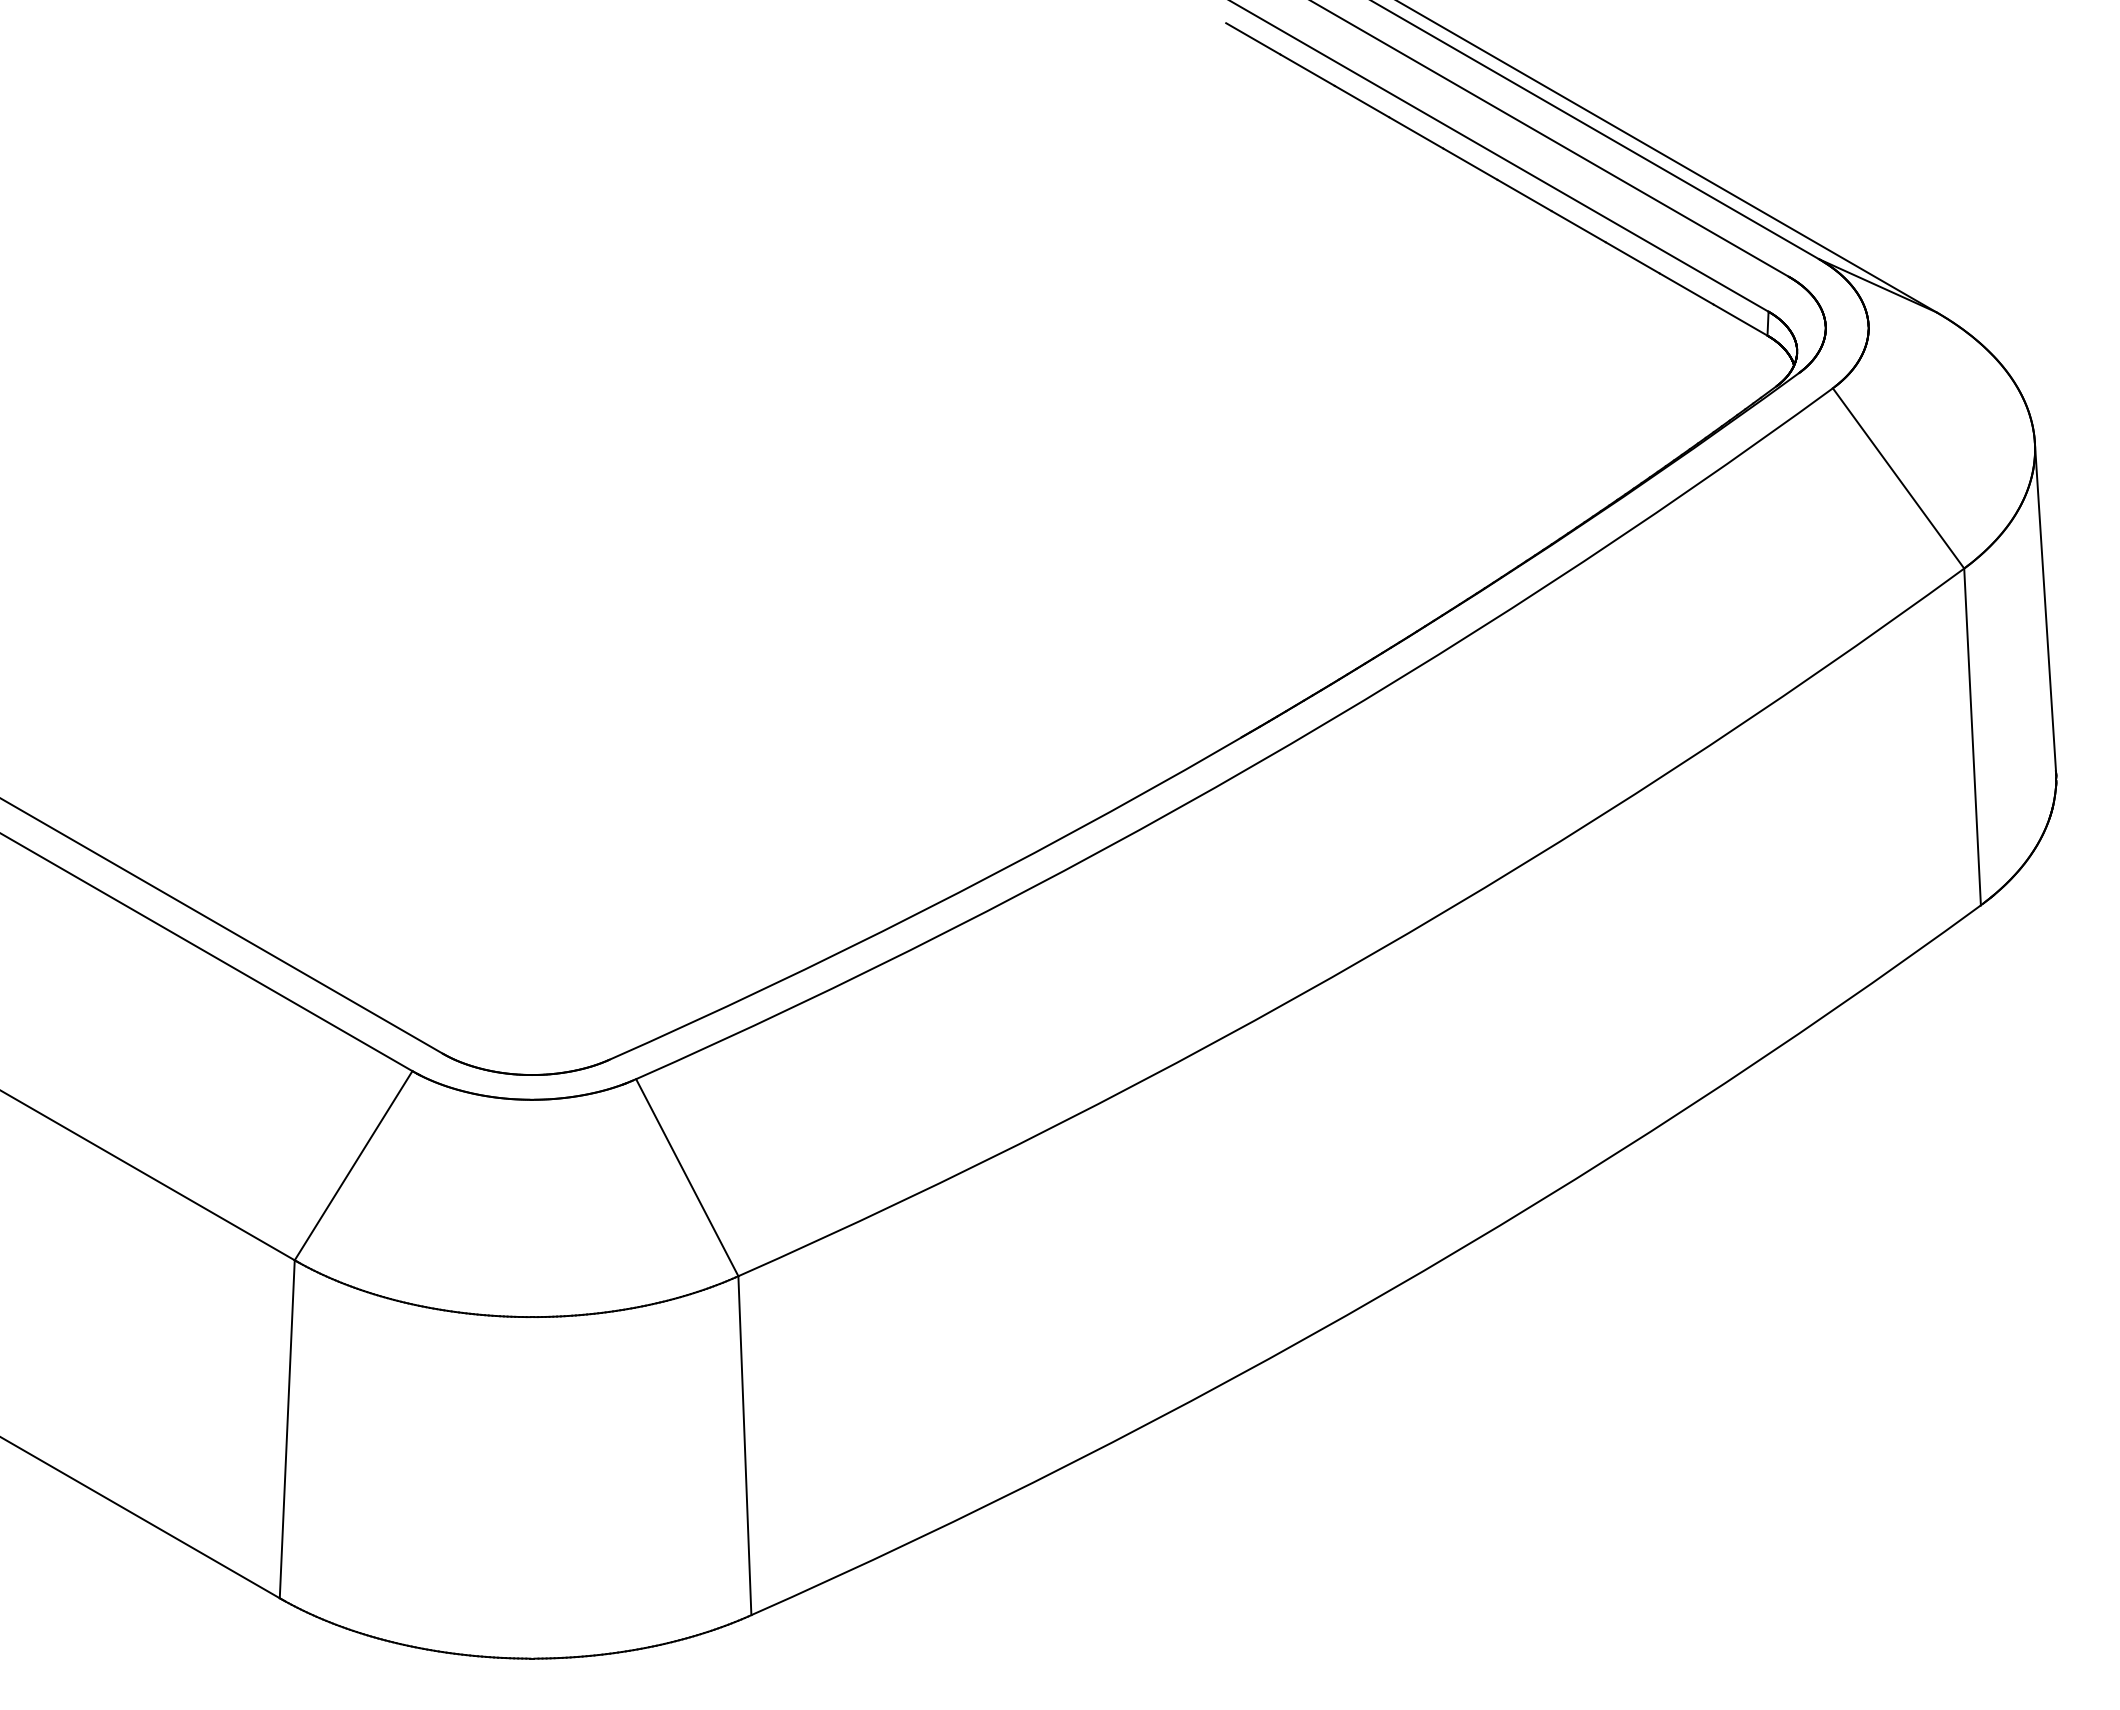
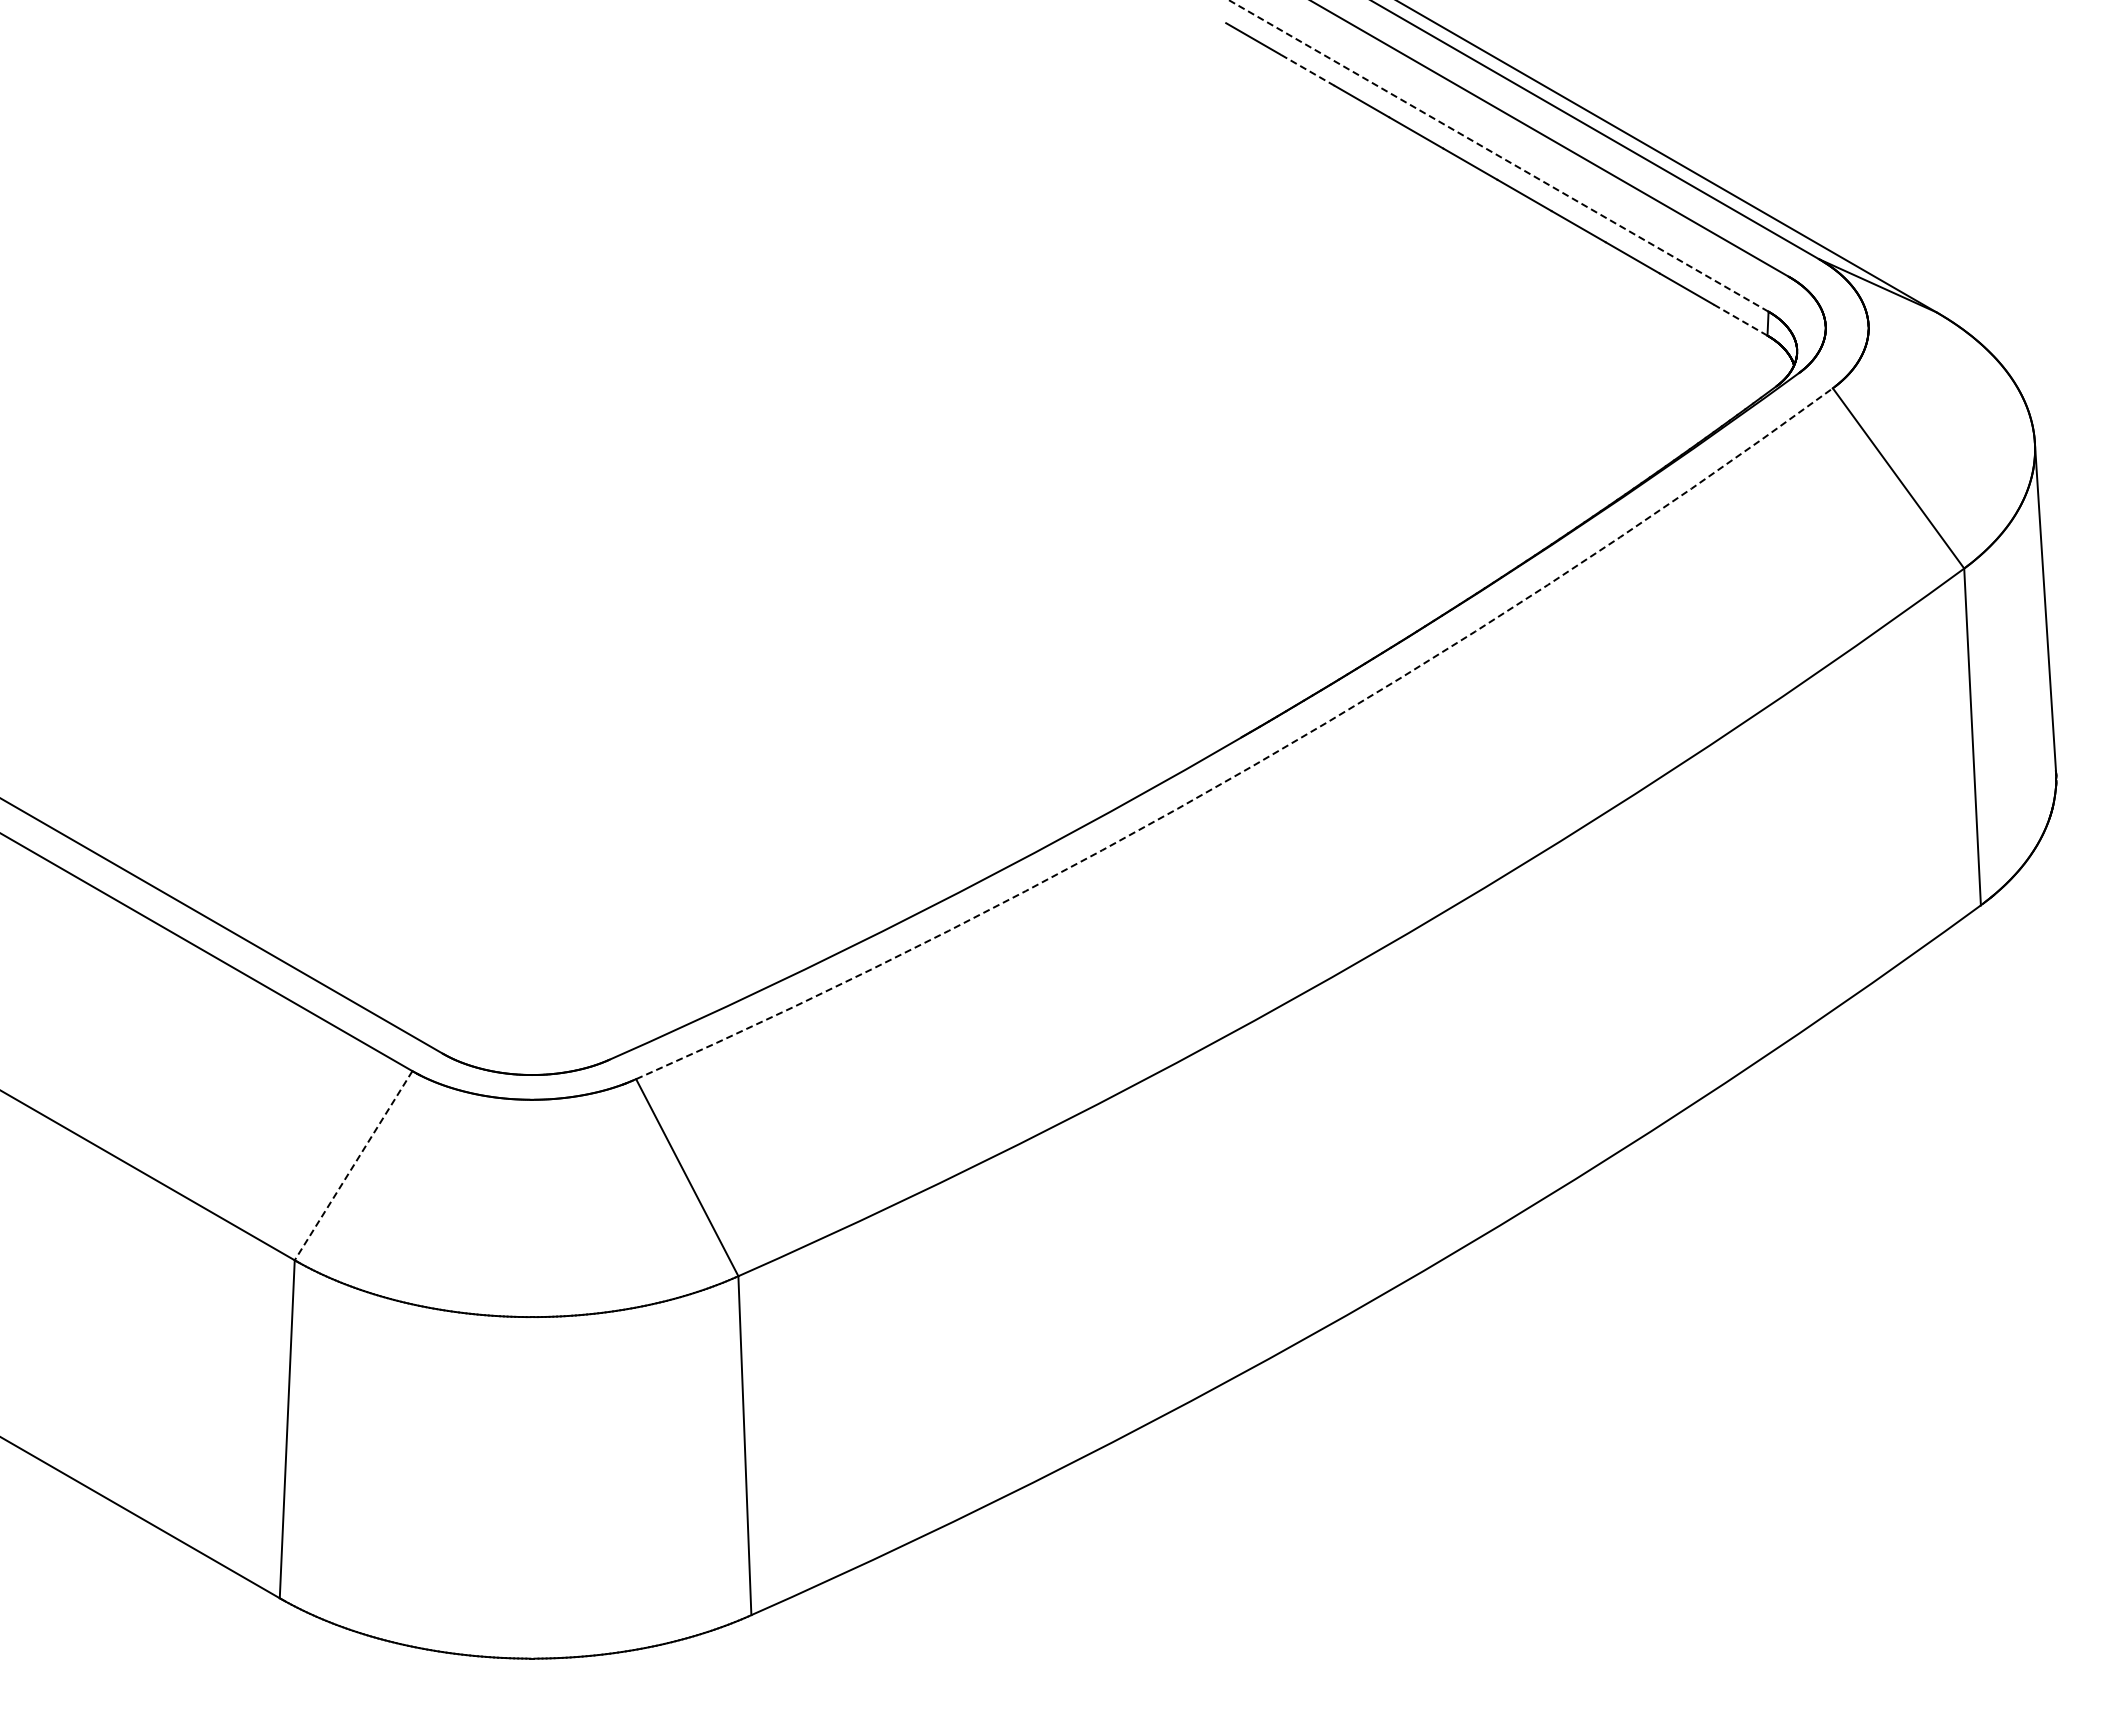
line at (1307, 70): solid -> dashed
line at (1498, 155): solid -> dashed
line at (1740, 319): solid -> dashed
arc at (1253, 765): solid -> dashed
line at (353, 1166): solid -> dashed
